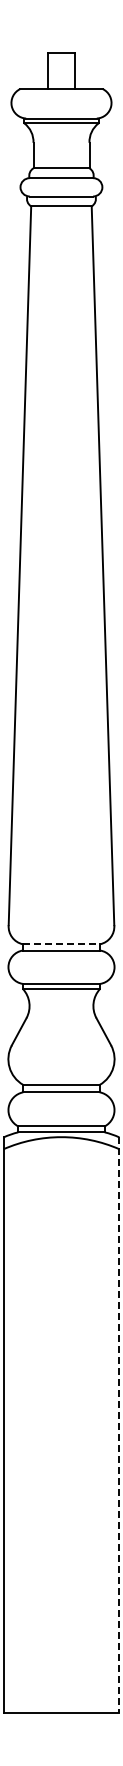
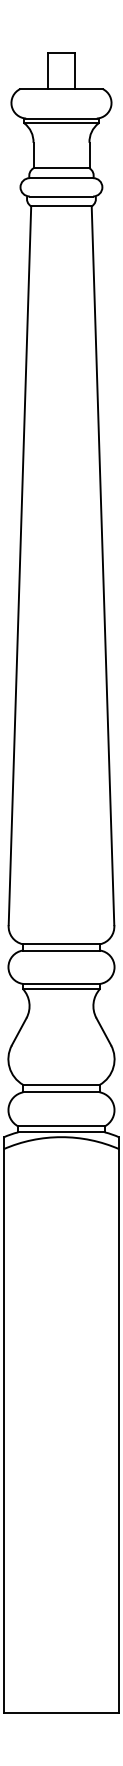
line at (61, 944): dashed -> solid
line at (119, 1425): dashed -> solid
